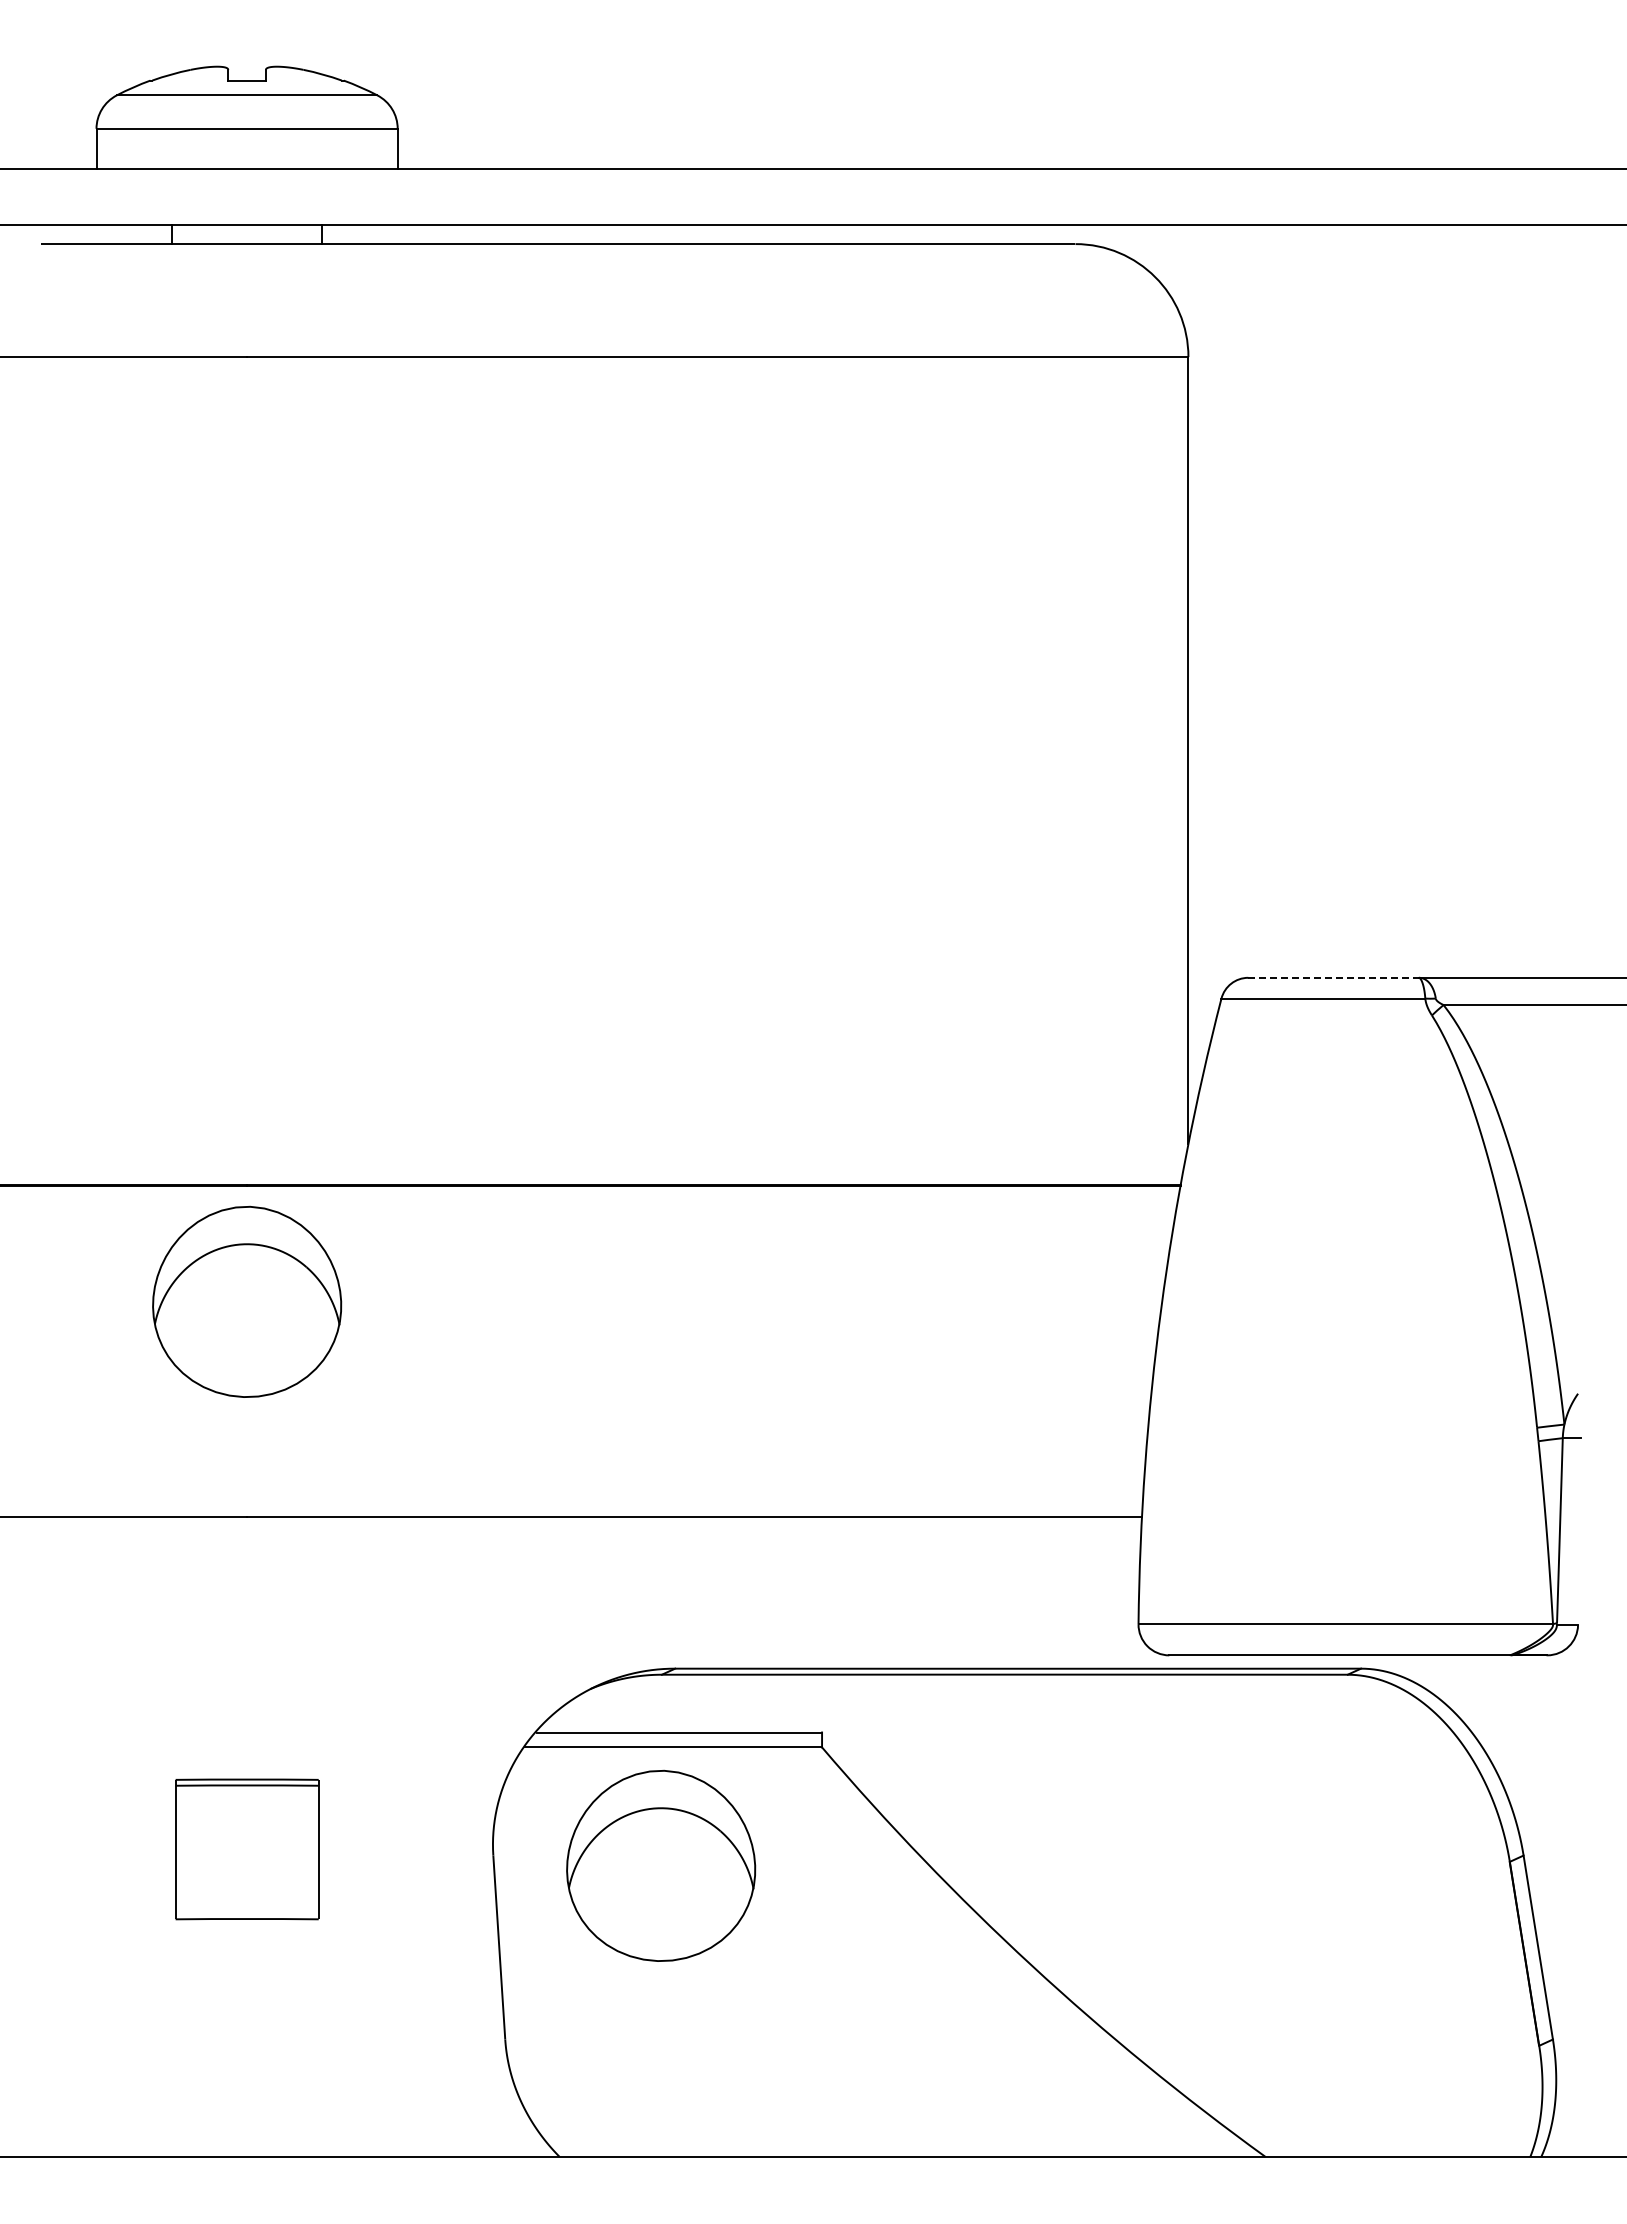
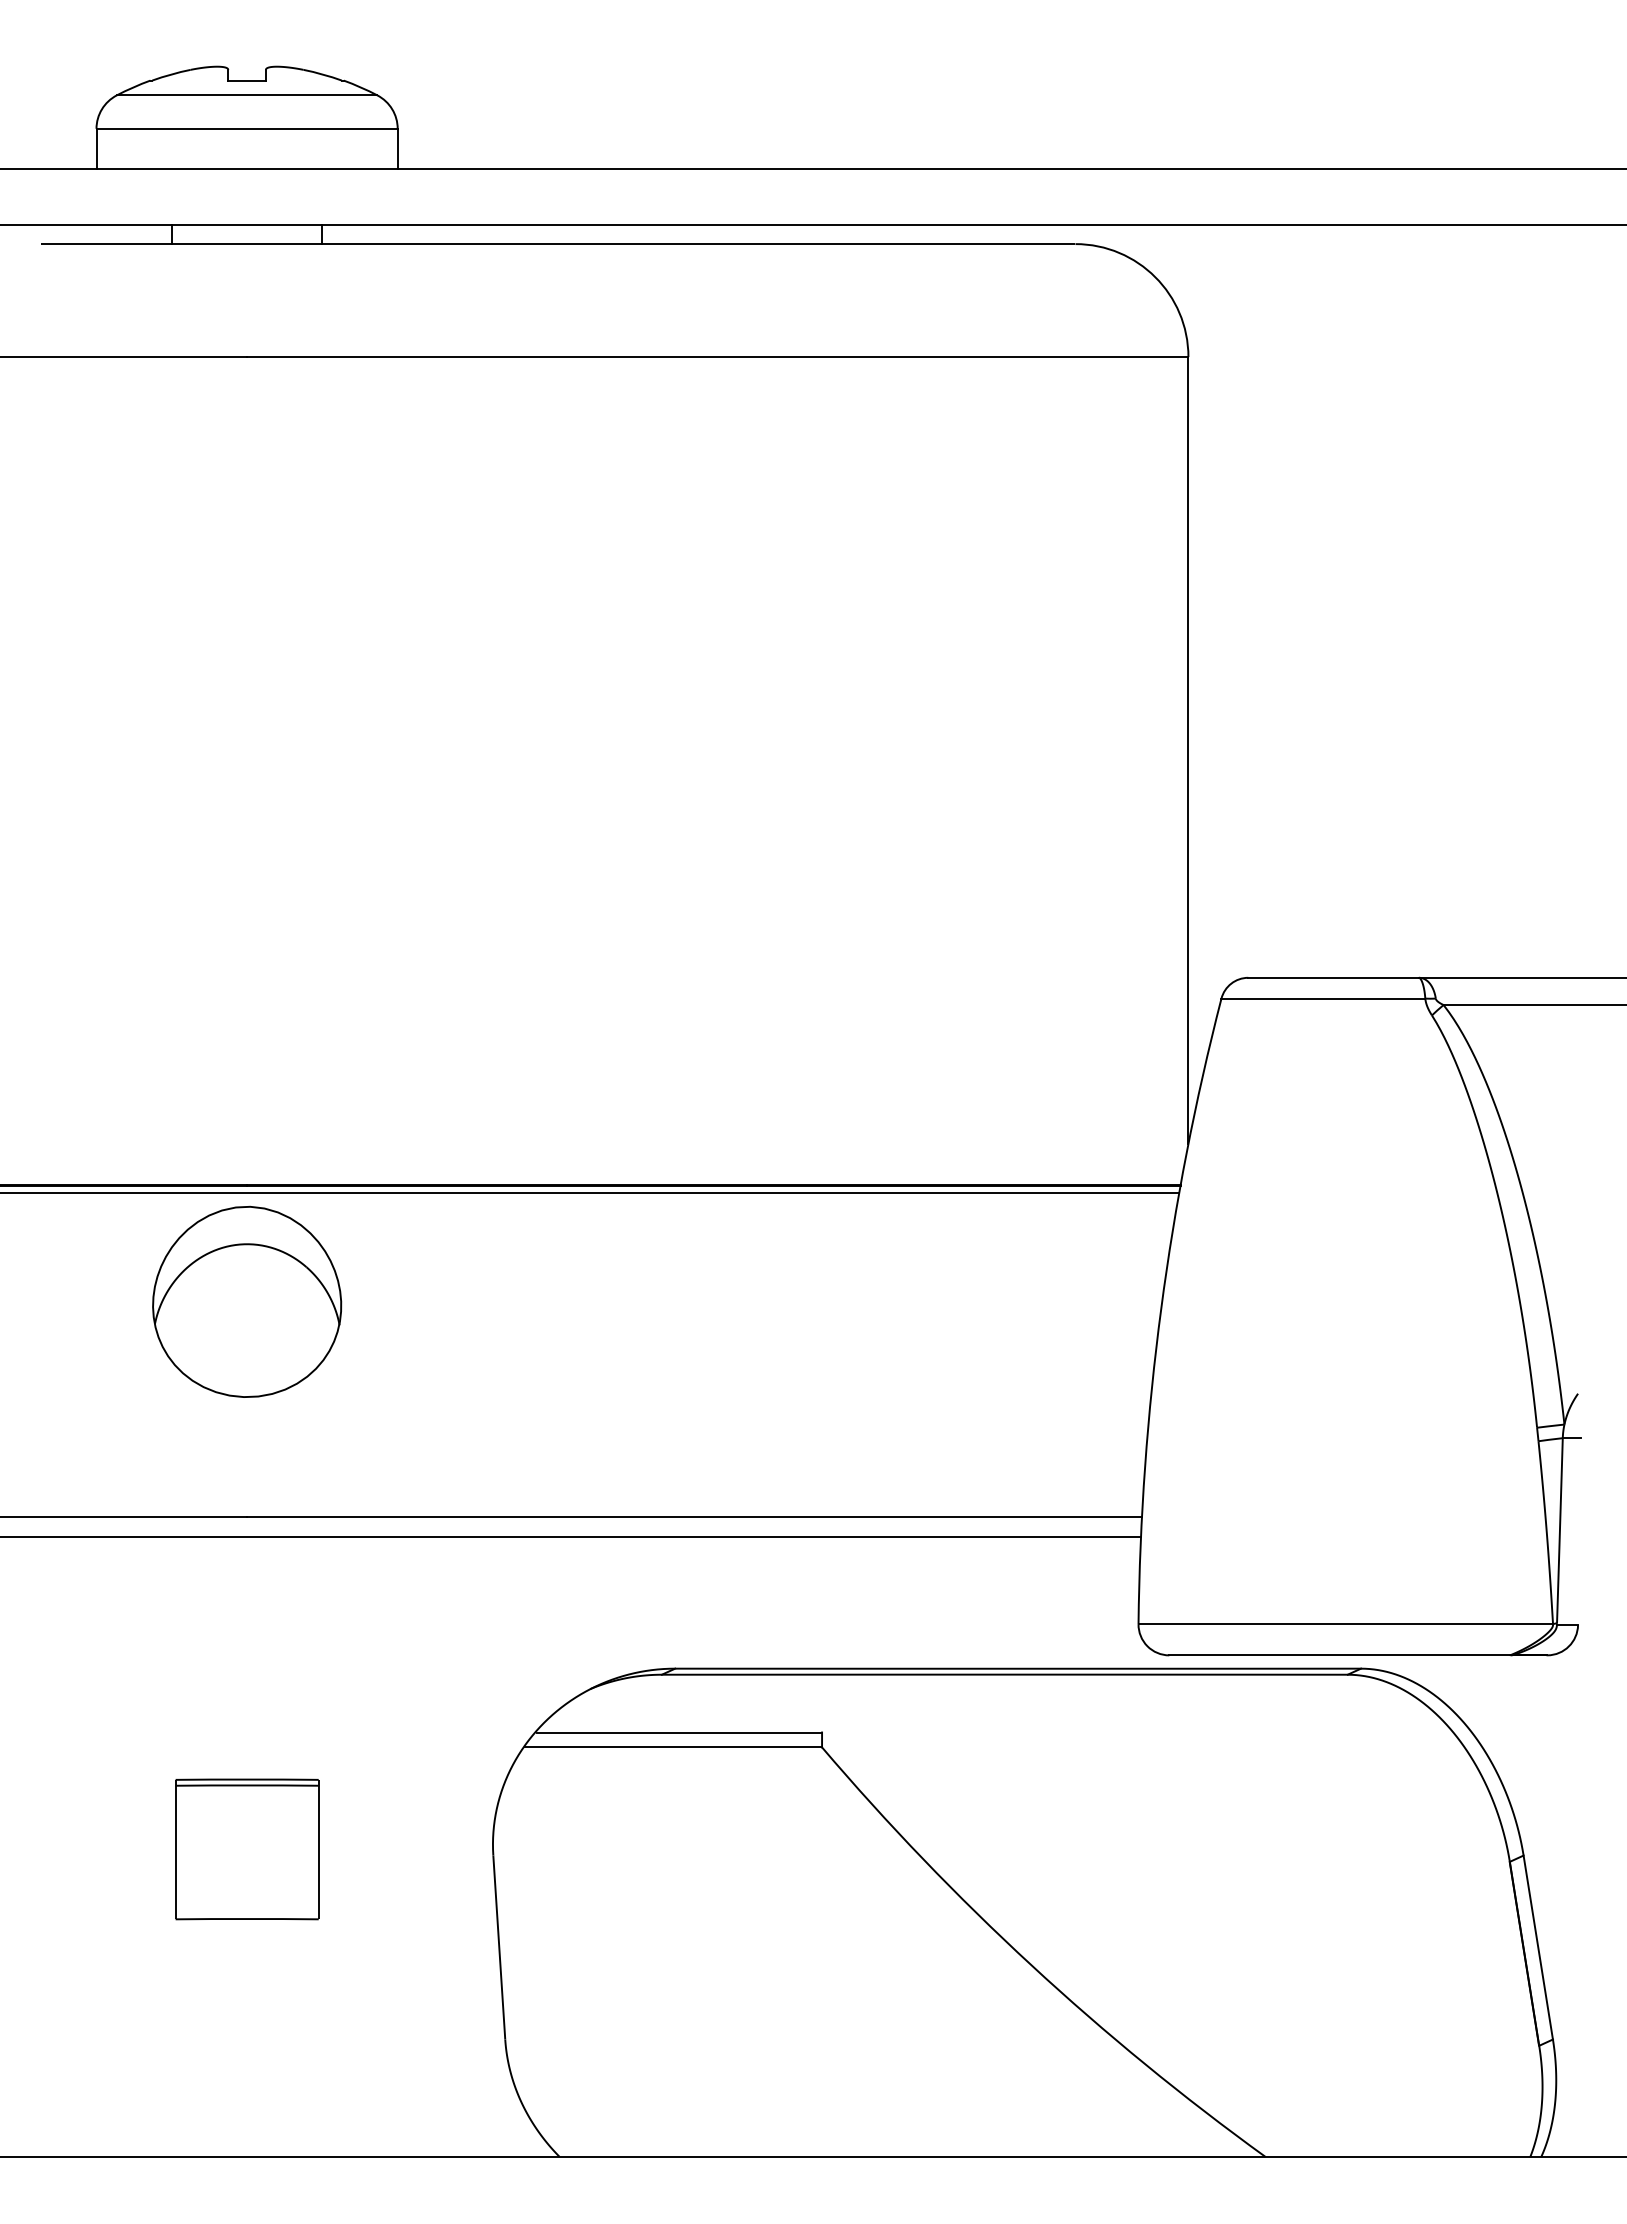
line at (1334, 977): dashed -> solid
line at (590, 1193): none -> present
line at (571, 1537): none -> present
part at (661, 1865): present -> none
